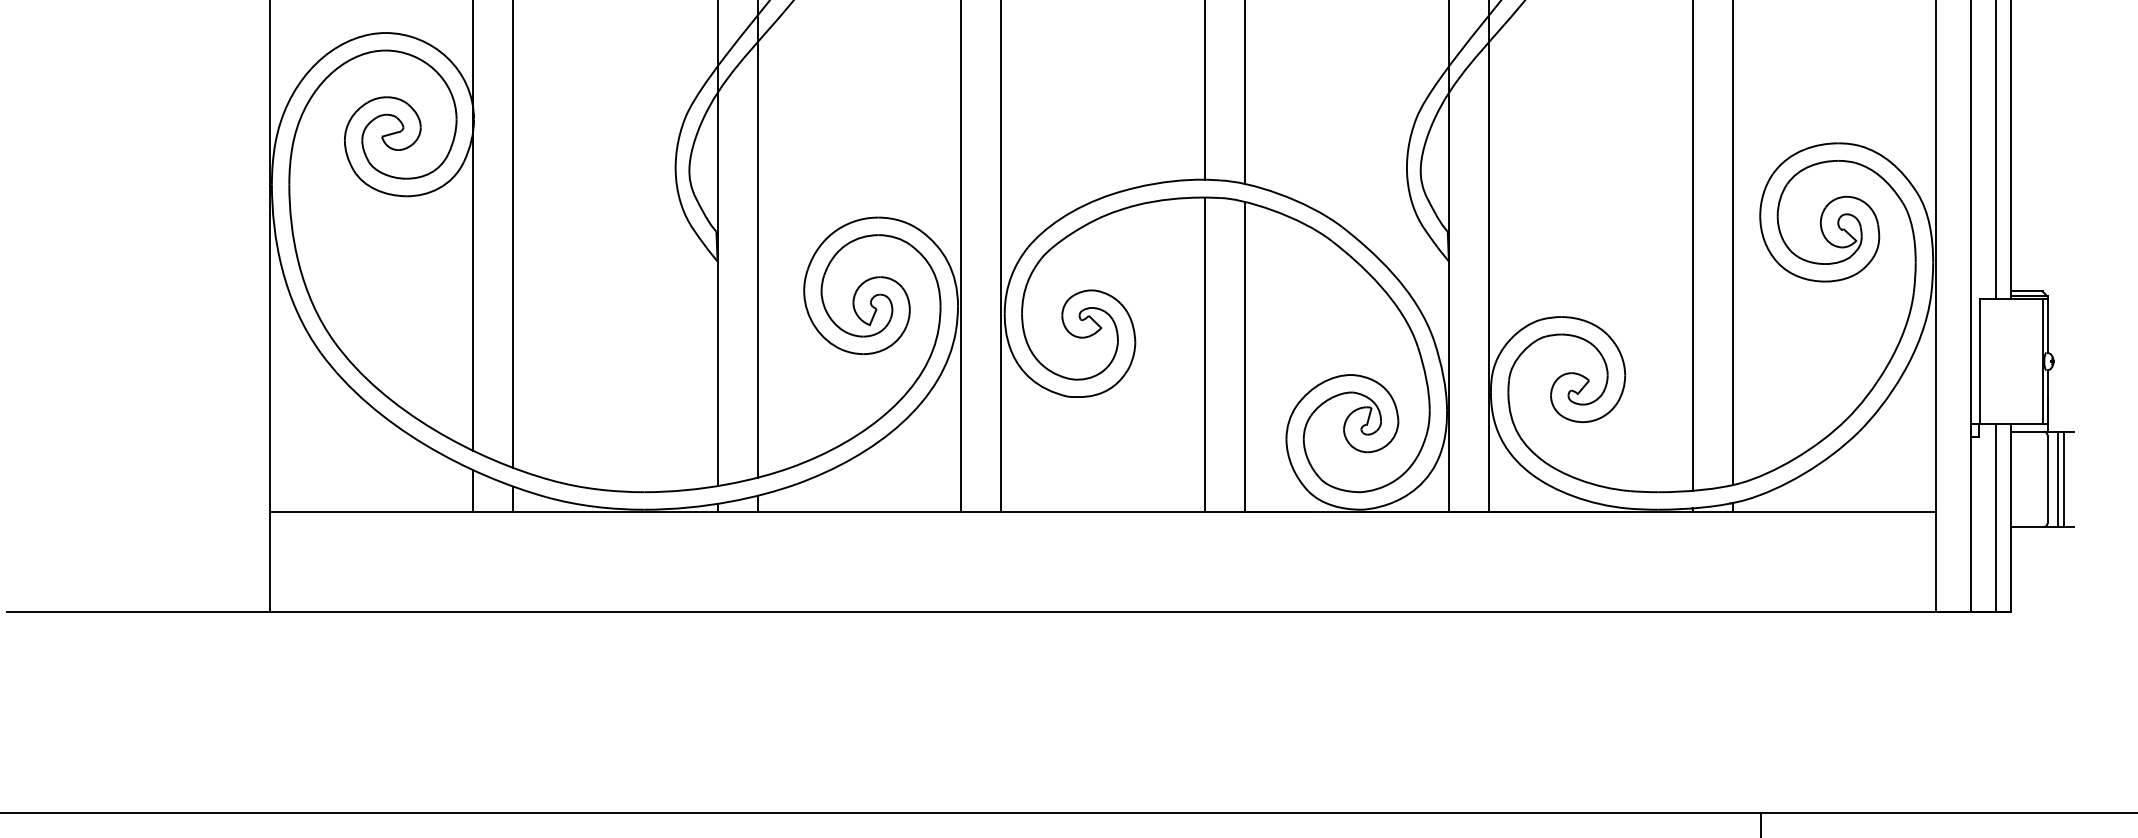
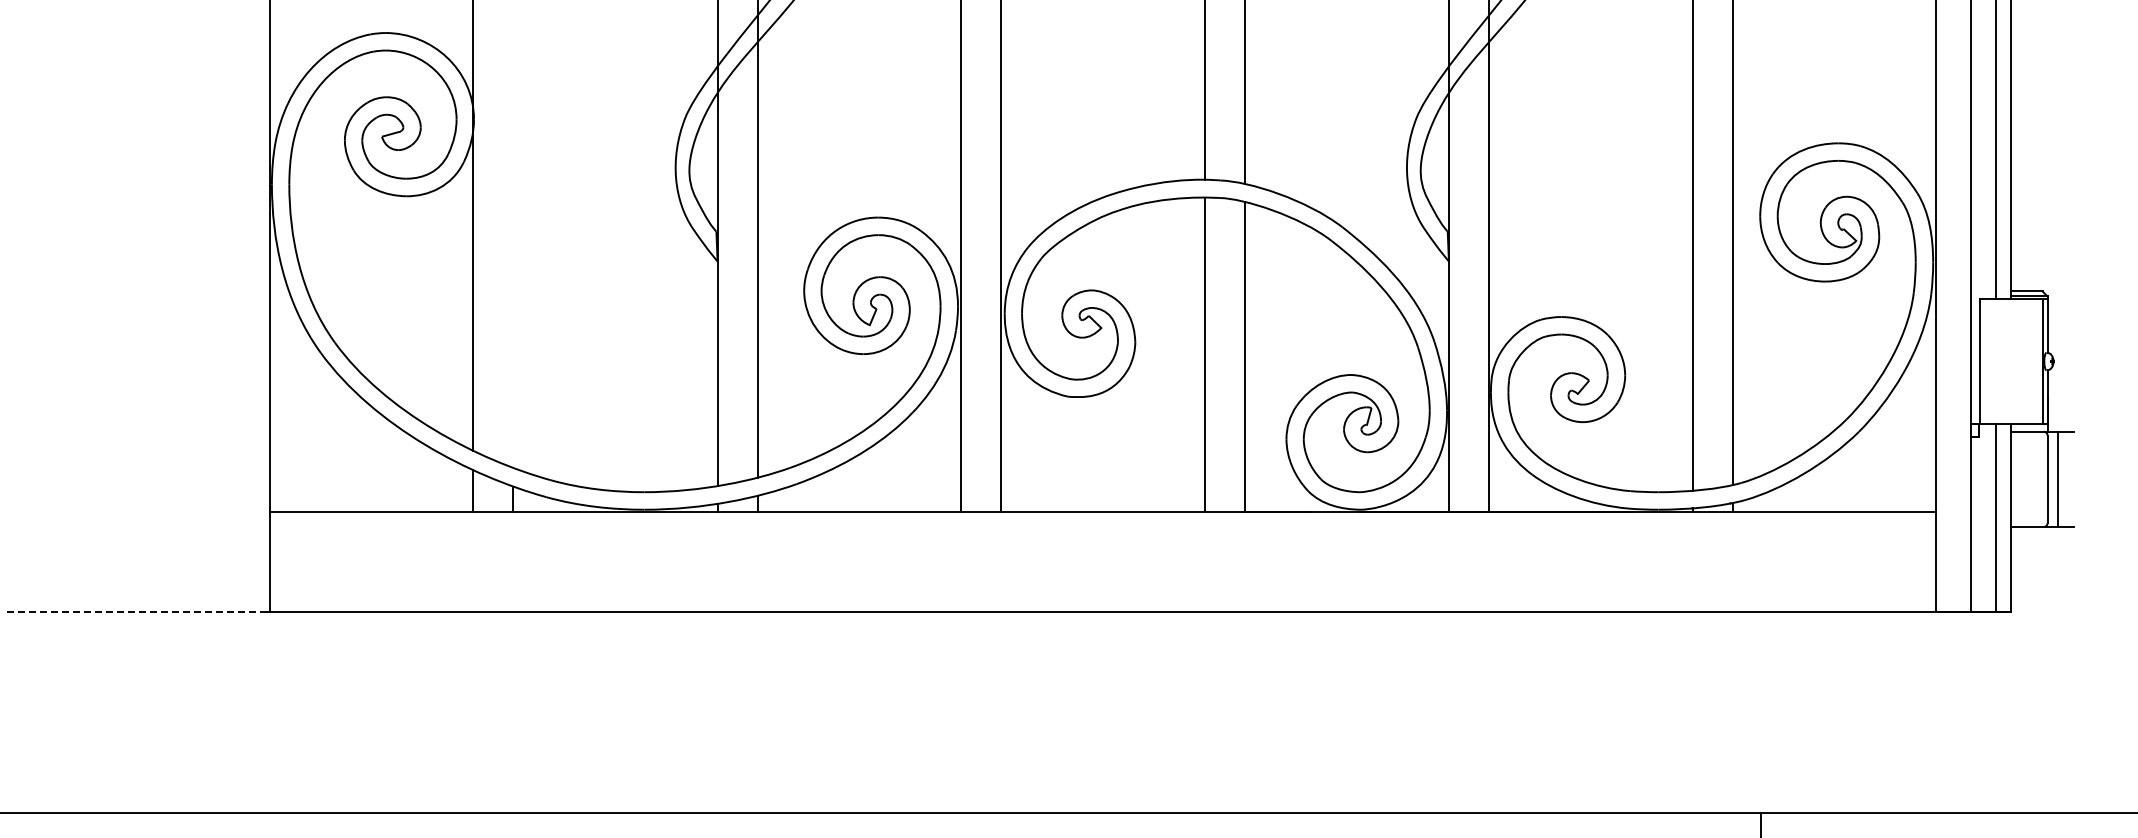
line at (513, 235): present -> none
line at (2063, 478): present -> none
line at (137, 612): solid -> dashed
